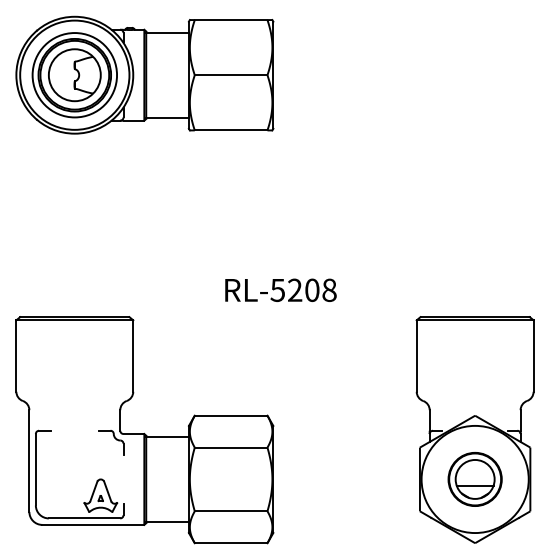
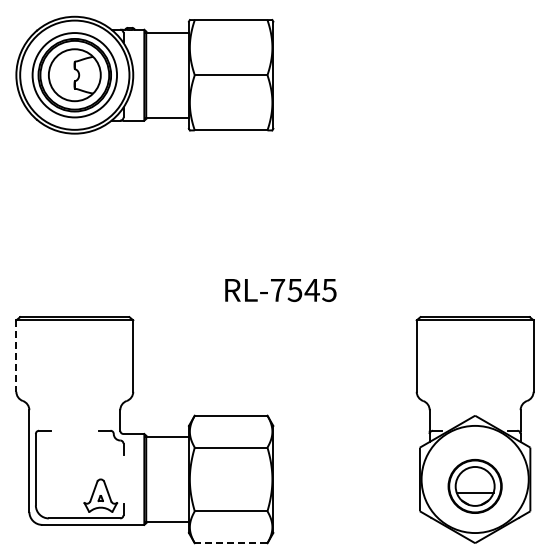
text at (303, 290): RL-5208 -> RL-7545
line at (16, 356): solid -> dashed
part at (474, 479) position: (474, 479) -> (474, 486)
line at (230, 543): solid -> dashed
